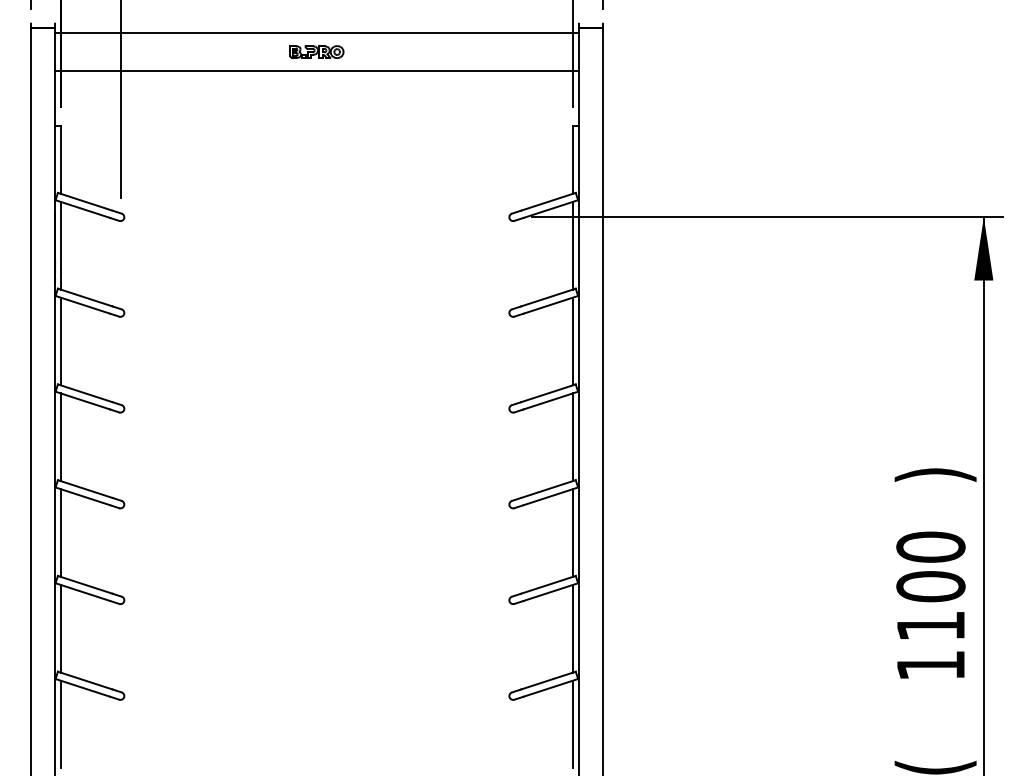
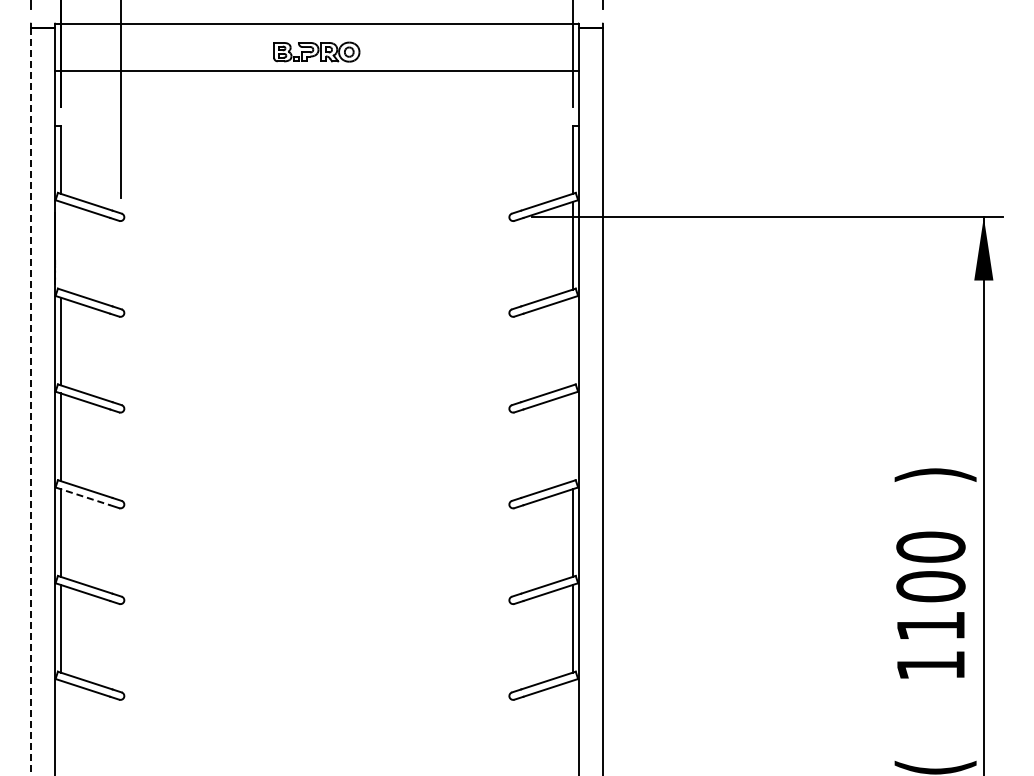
line at (316, 32) position: (316, 32) -> (316, 23)
part at (316, 51) size: 56x14 px -> 88x22 px
line at (60, 245): present -> none
line at (573, 341): present -> none
line at (31, 402): solid -> dashed
line at (573, 437): present -> none
line at (82, 496): solid -> dashed
line at (60, 724): present -> none
line at (573, 724): present -> none
